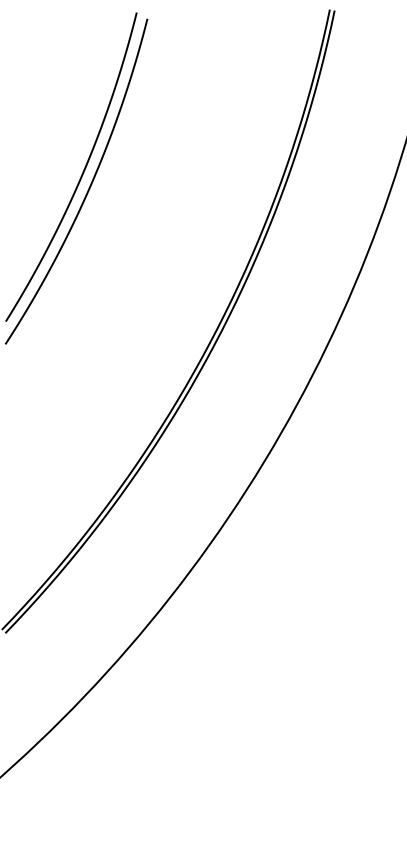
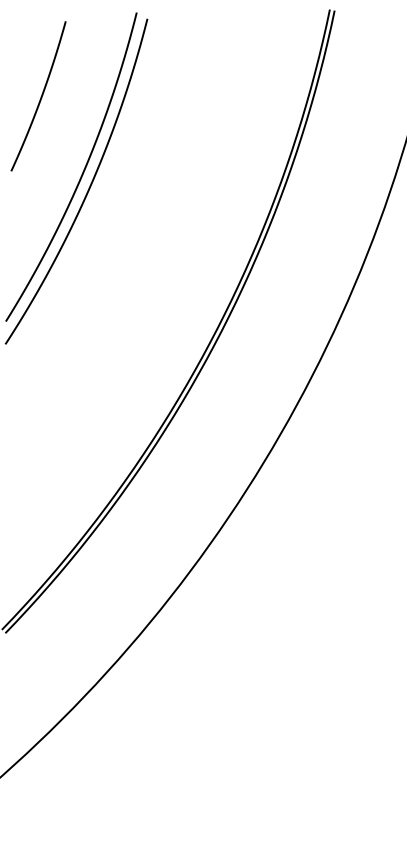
curve at (40, 96): none -> present
